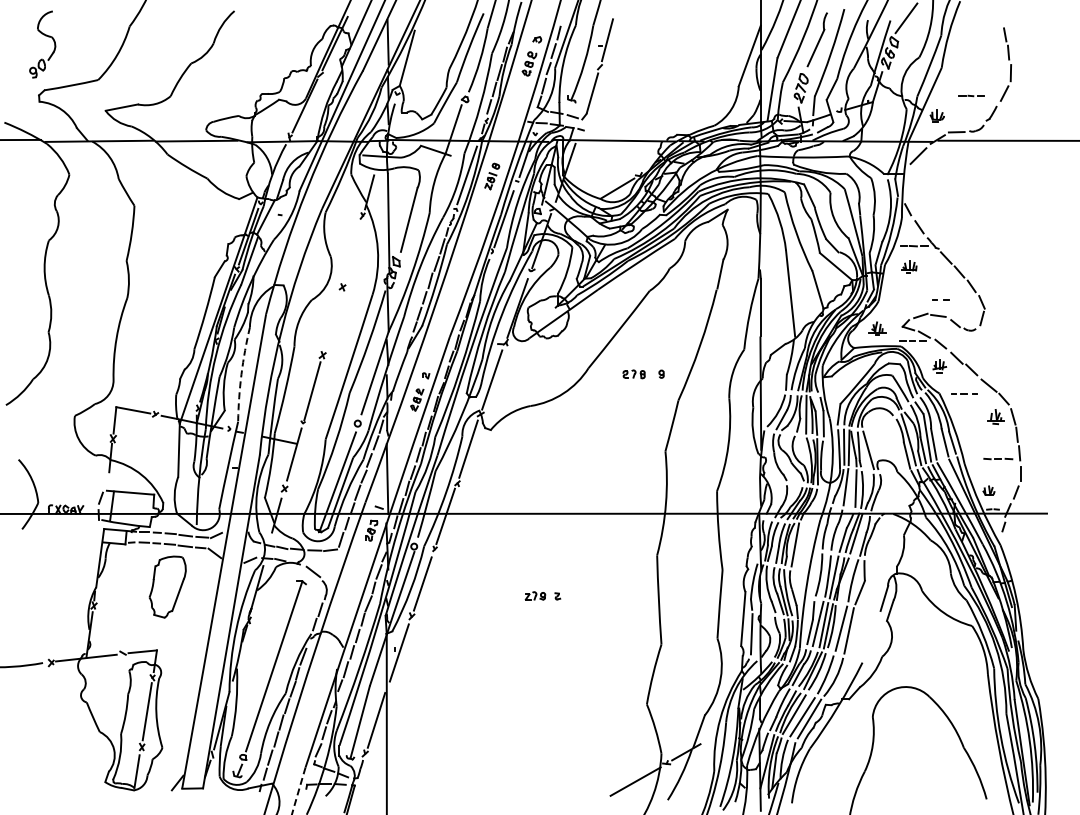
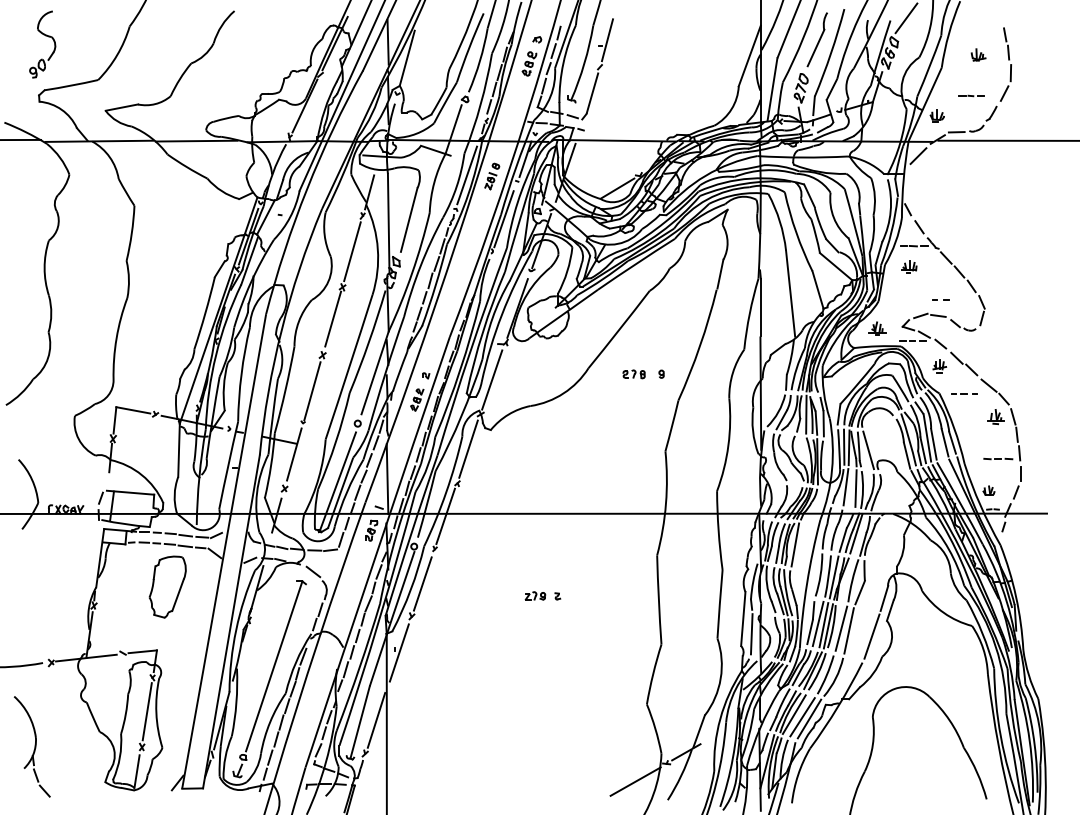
part at (978, 54): none -> present
line at (352, 251): none -> present
line at (333, 318): none -> present
arc at (241, 374): dashed -> solid
line at (871, 636): none -> present
part at (31, 746): none -> present
arc at (298, 791): dashed -> solid
